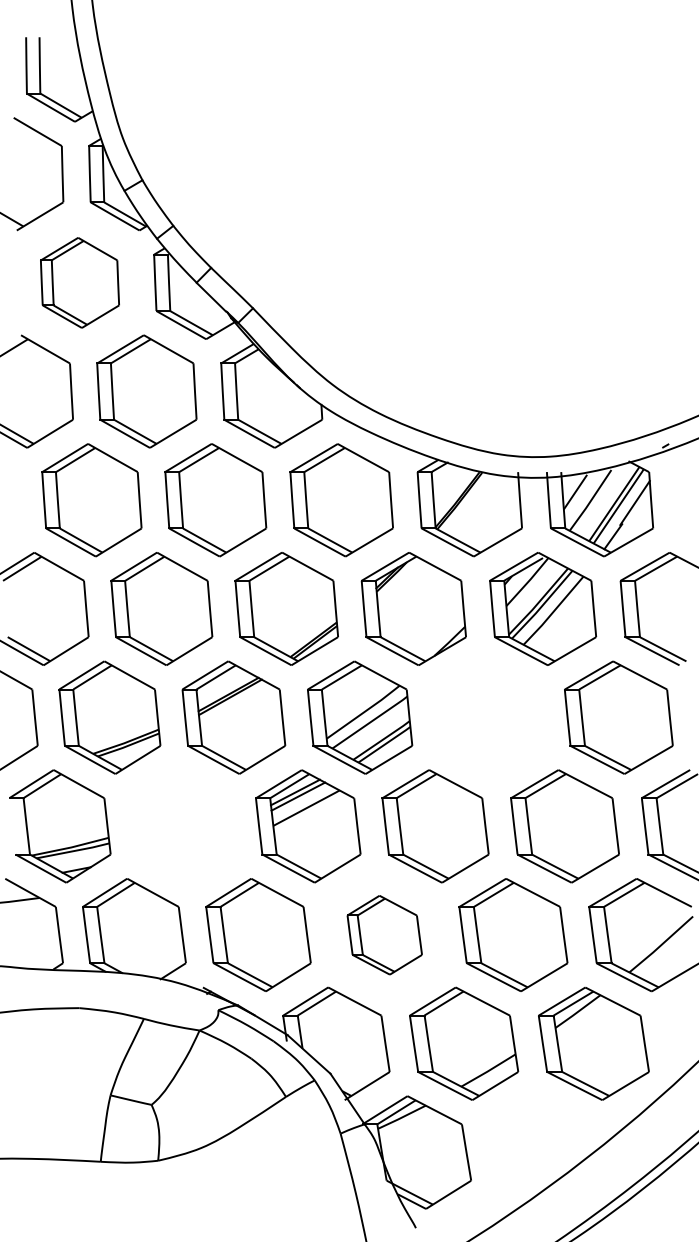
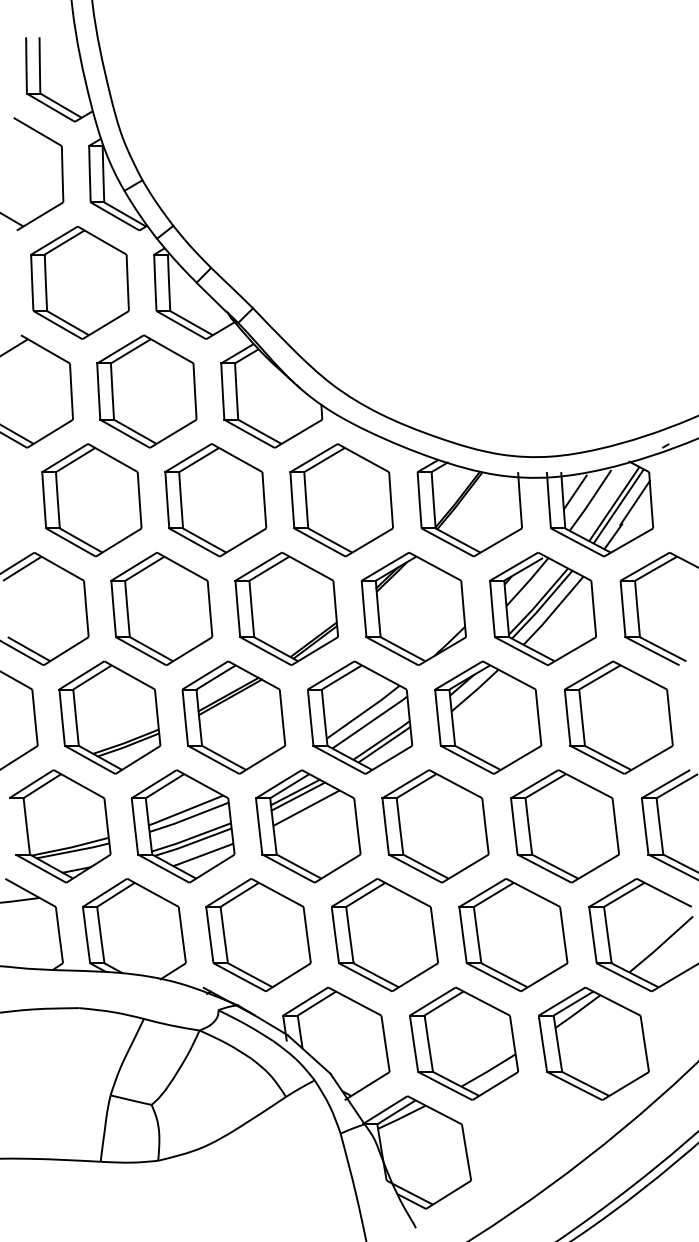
part at (79, 282) size: 80x92 px -> 100x114 px
part at (488, 717): none -> present
part at (182, 826): none -> present
part at (384, 935) size: 77x81 px -> 109x115 px
